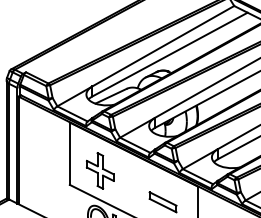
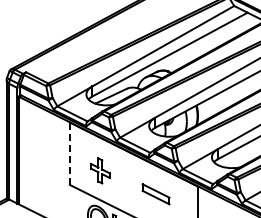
line at (69, 153): solid -> dashed
part at (100, 170) size: 29x38 px -> 21x28 px
part at (162, 202) position: (162, 202) -> (155, 194)
